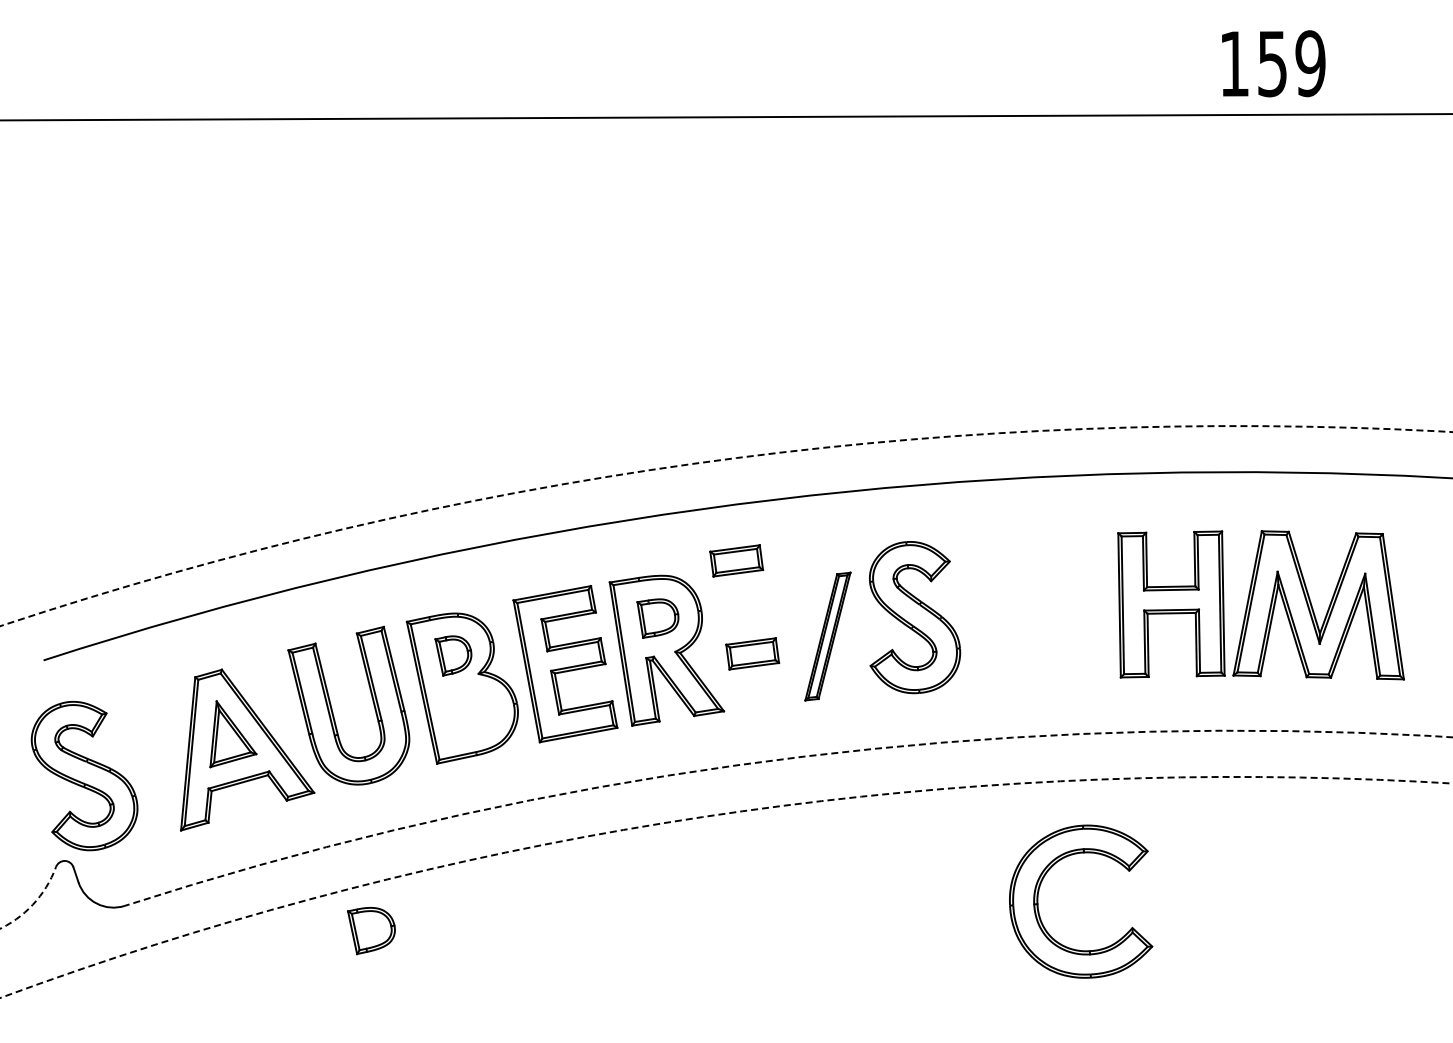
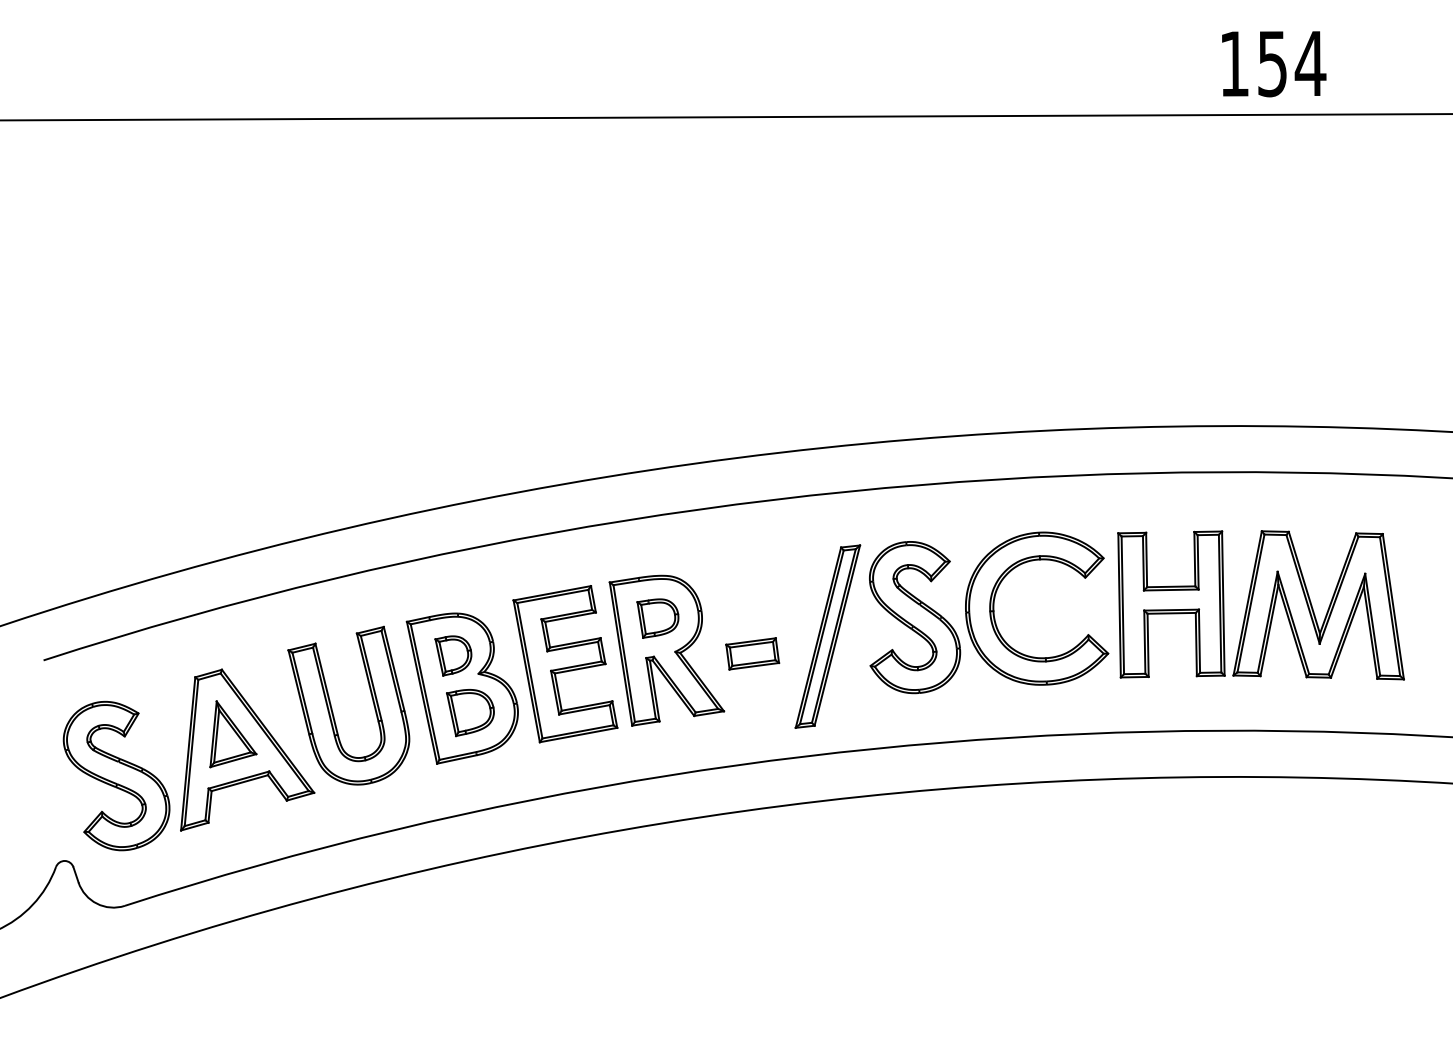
text at (1310, 63): 159 -> 154
arc at (713, 461): dashed -> solid
part at (736, 560): present -> none
part at (827, 636) size: 48x131 px -> 68x185 px
arc at (781, 759): dashed -> solid
part at (84, 775) position: (84, 775) -> (116, 775)
arc at (709, 816): dashed -> solid
part at (1038, 901) position: (1038, 901) -> (994, 608)
arc at (34, 903): dashed -> solid
part at (371, 931) position: (371, 931) -> (470, 713)
